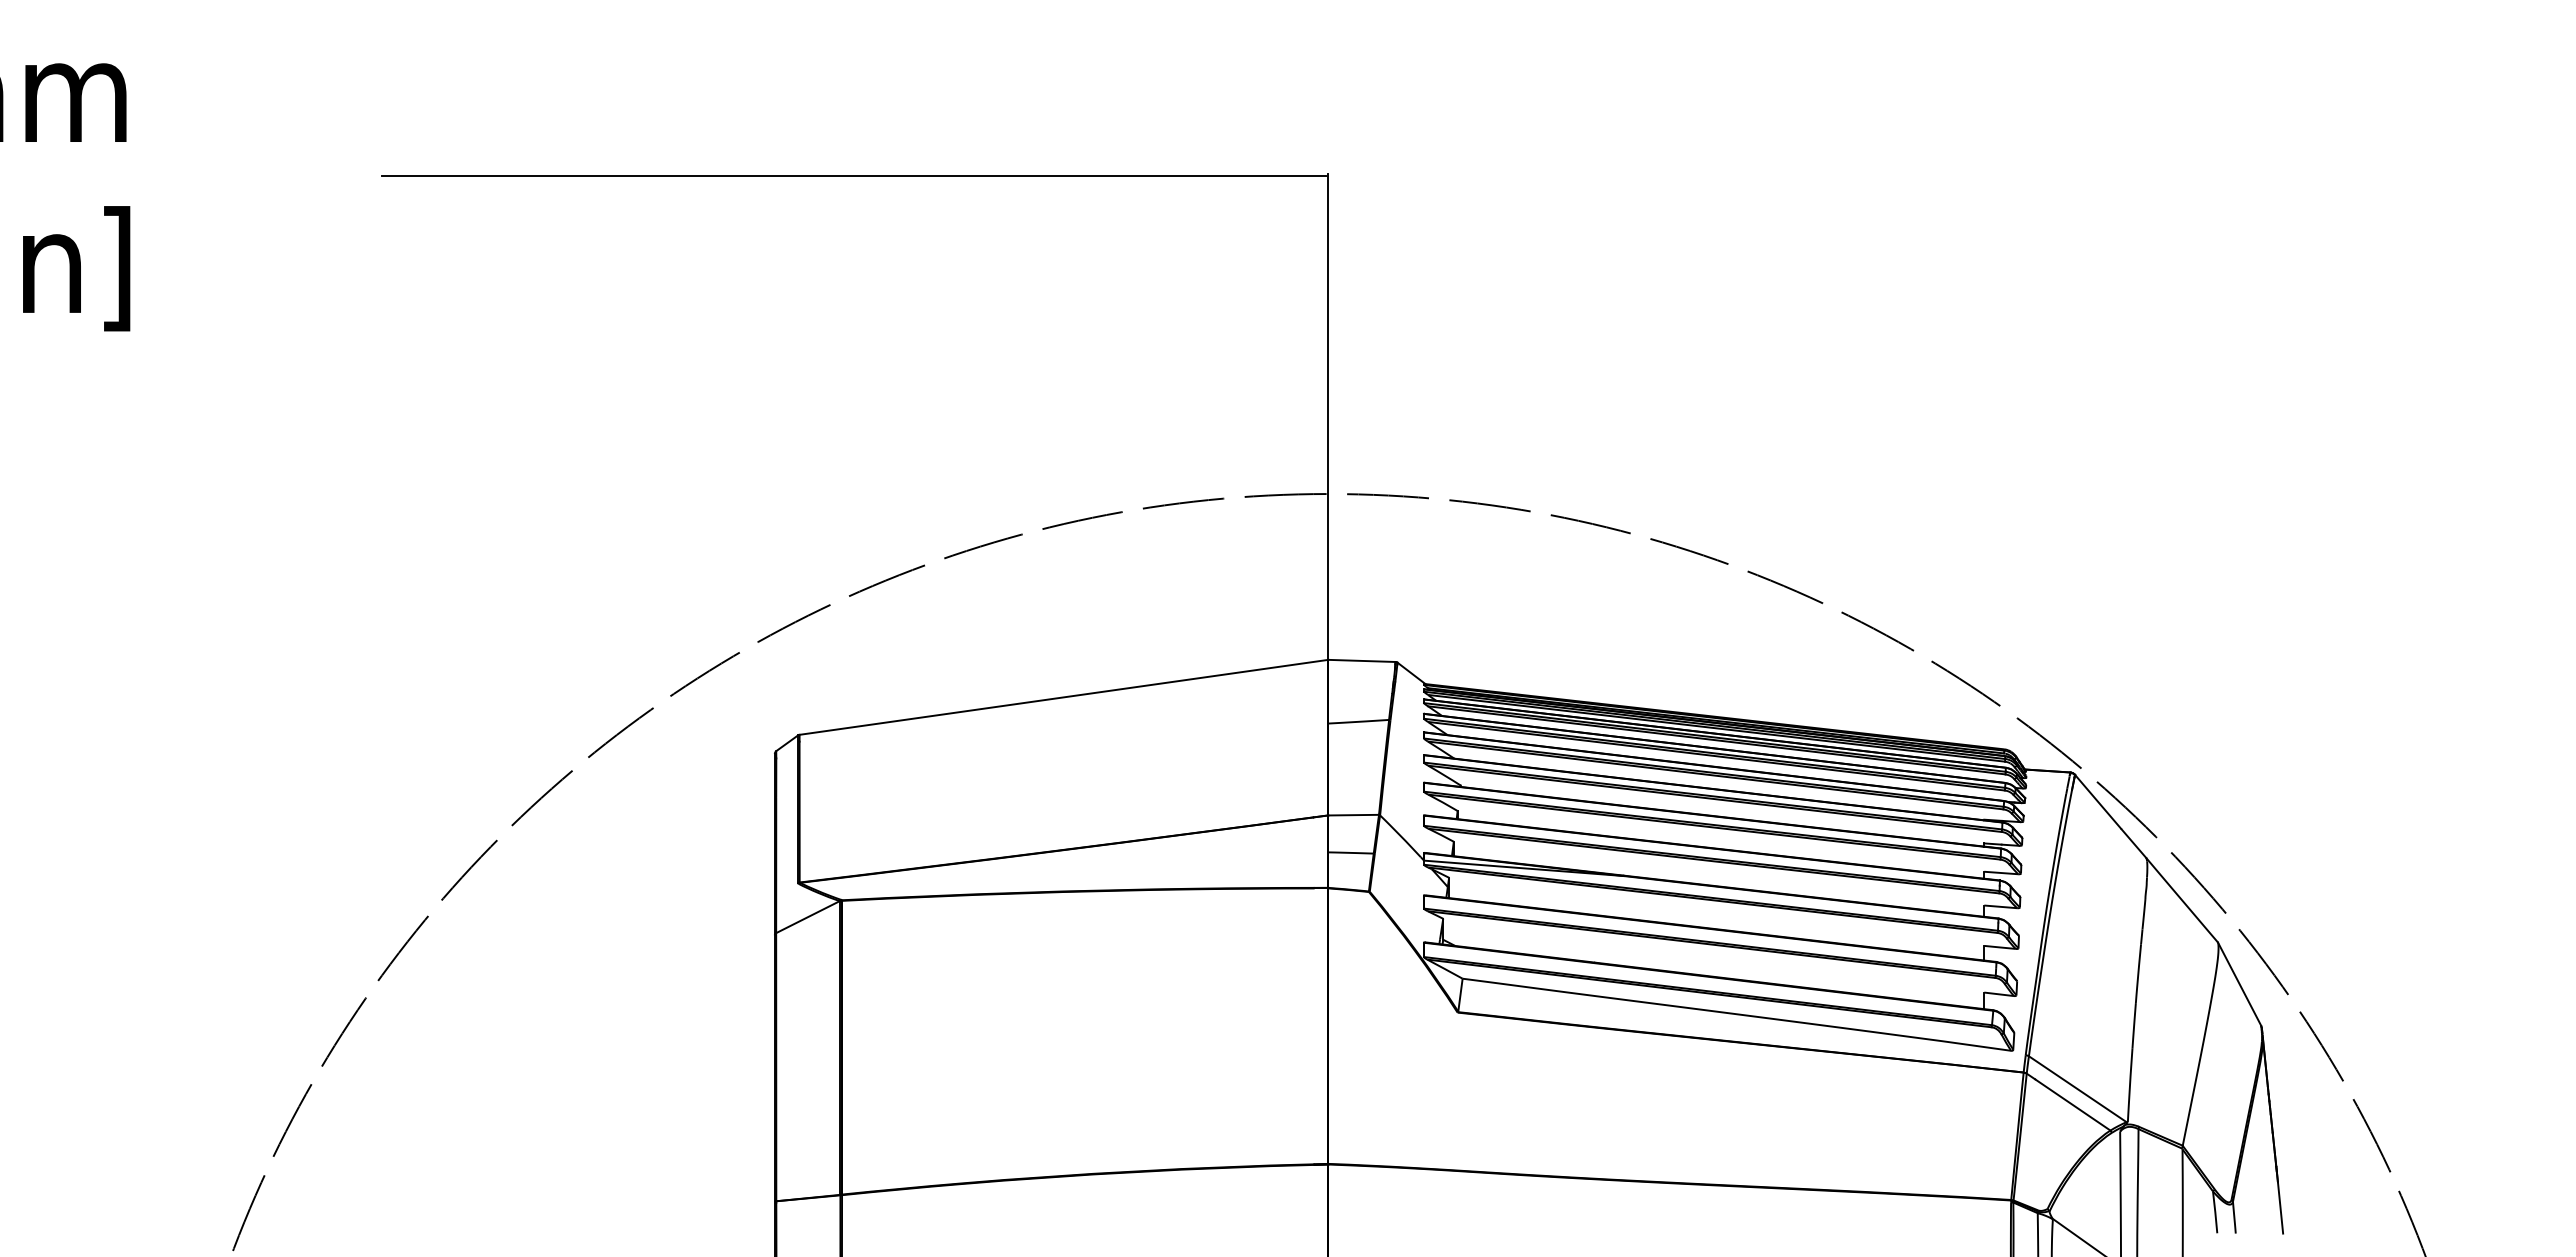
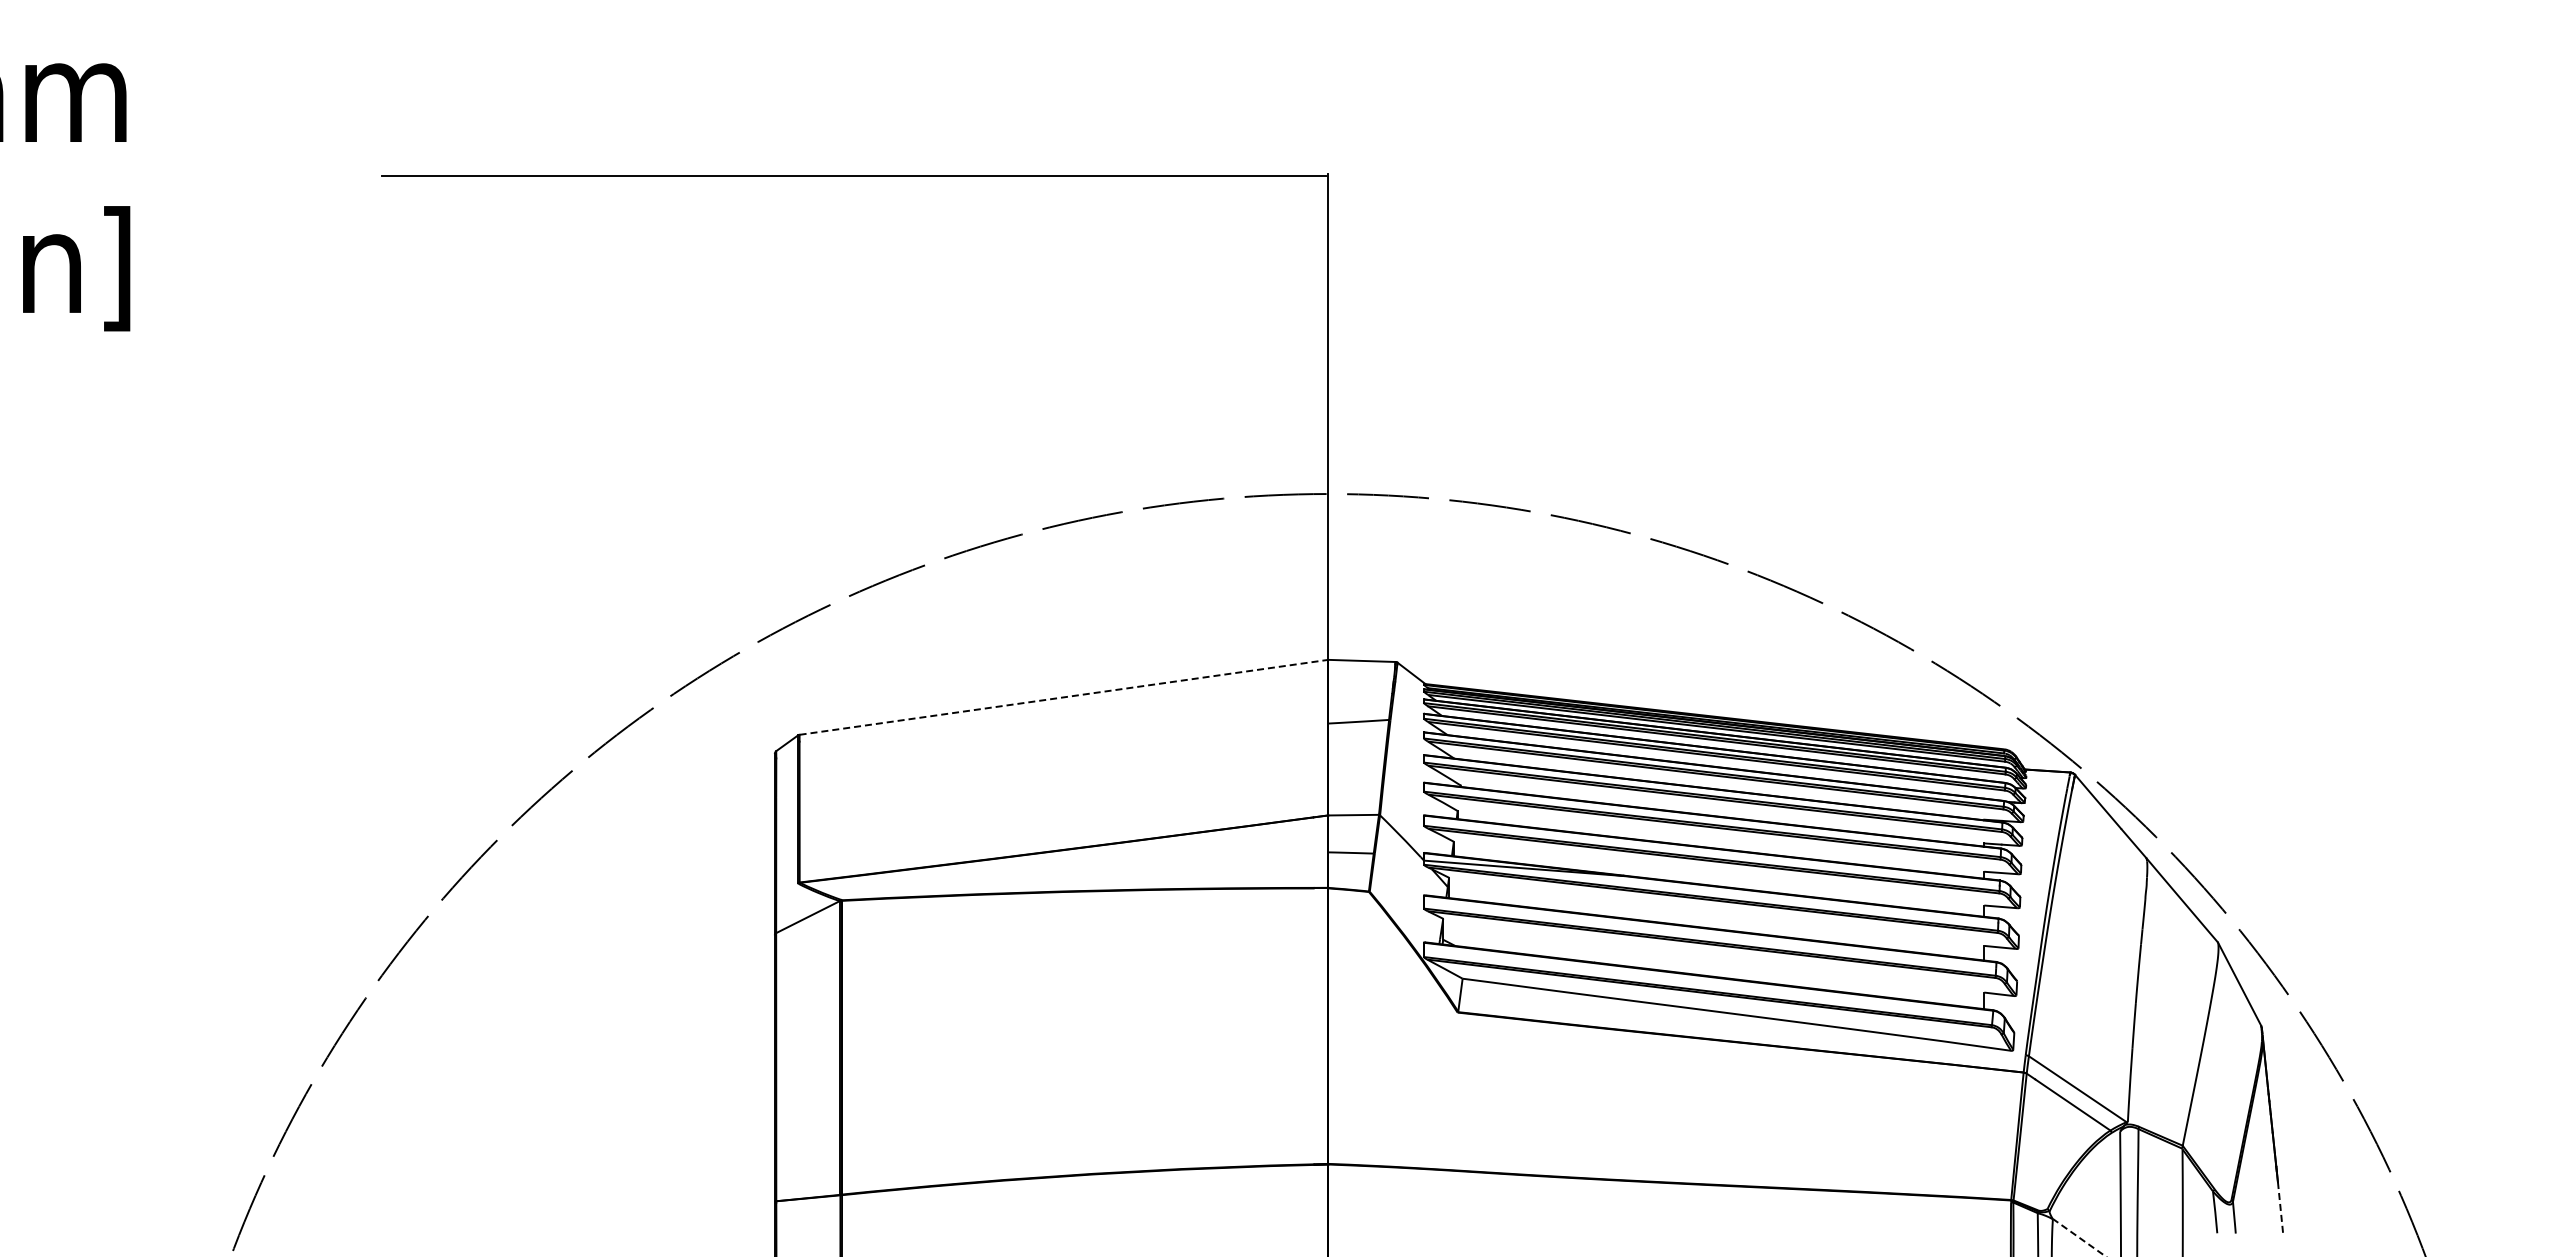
line at (1063, 697): solid -> dashed
line at (2280, 1207): solid -> dashed
line at (2079, 1237): solid -> dashed
